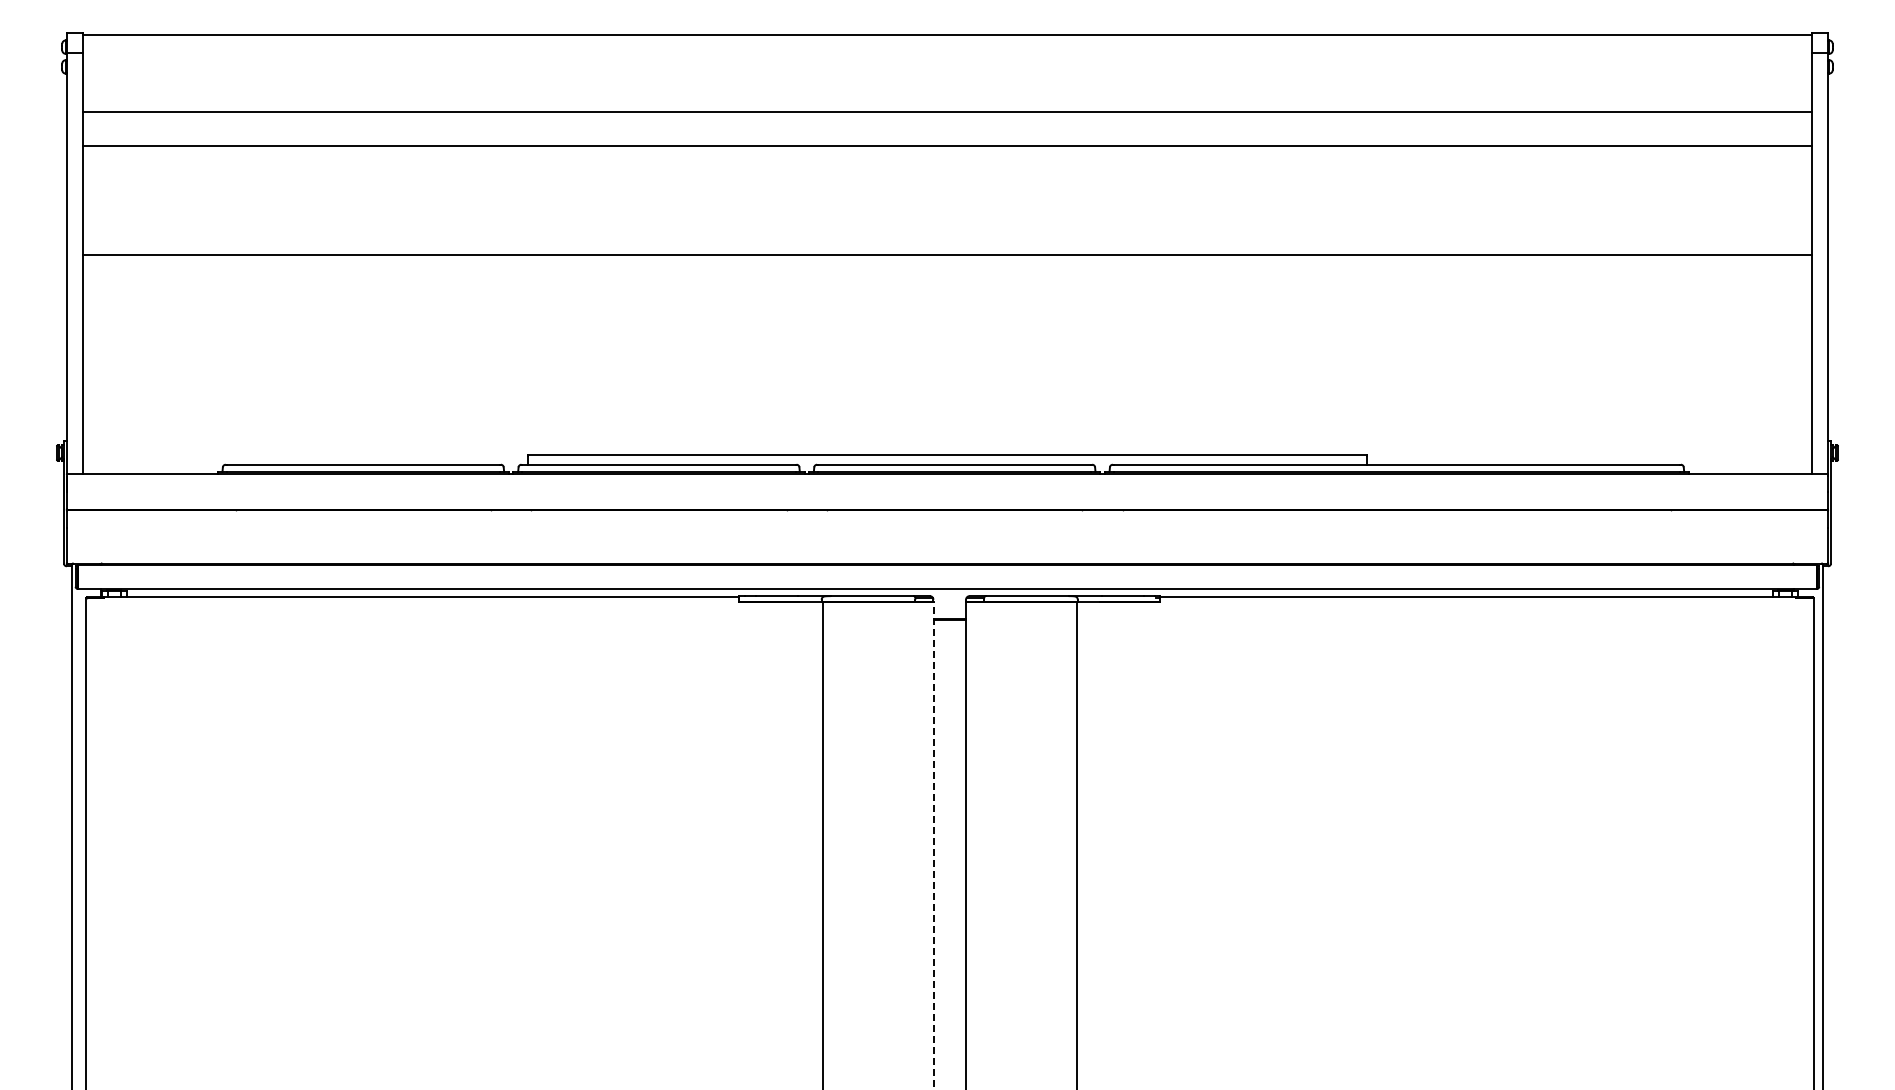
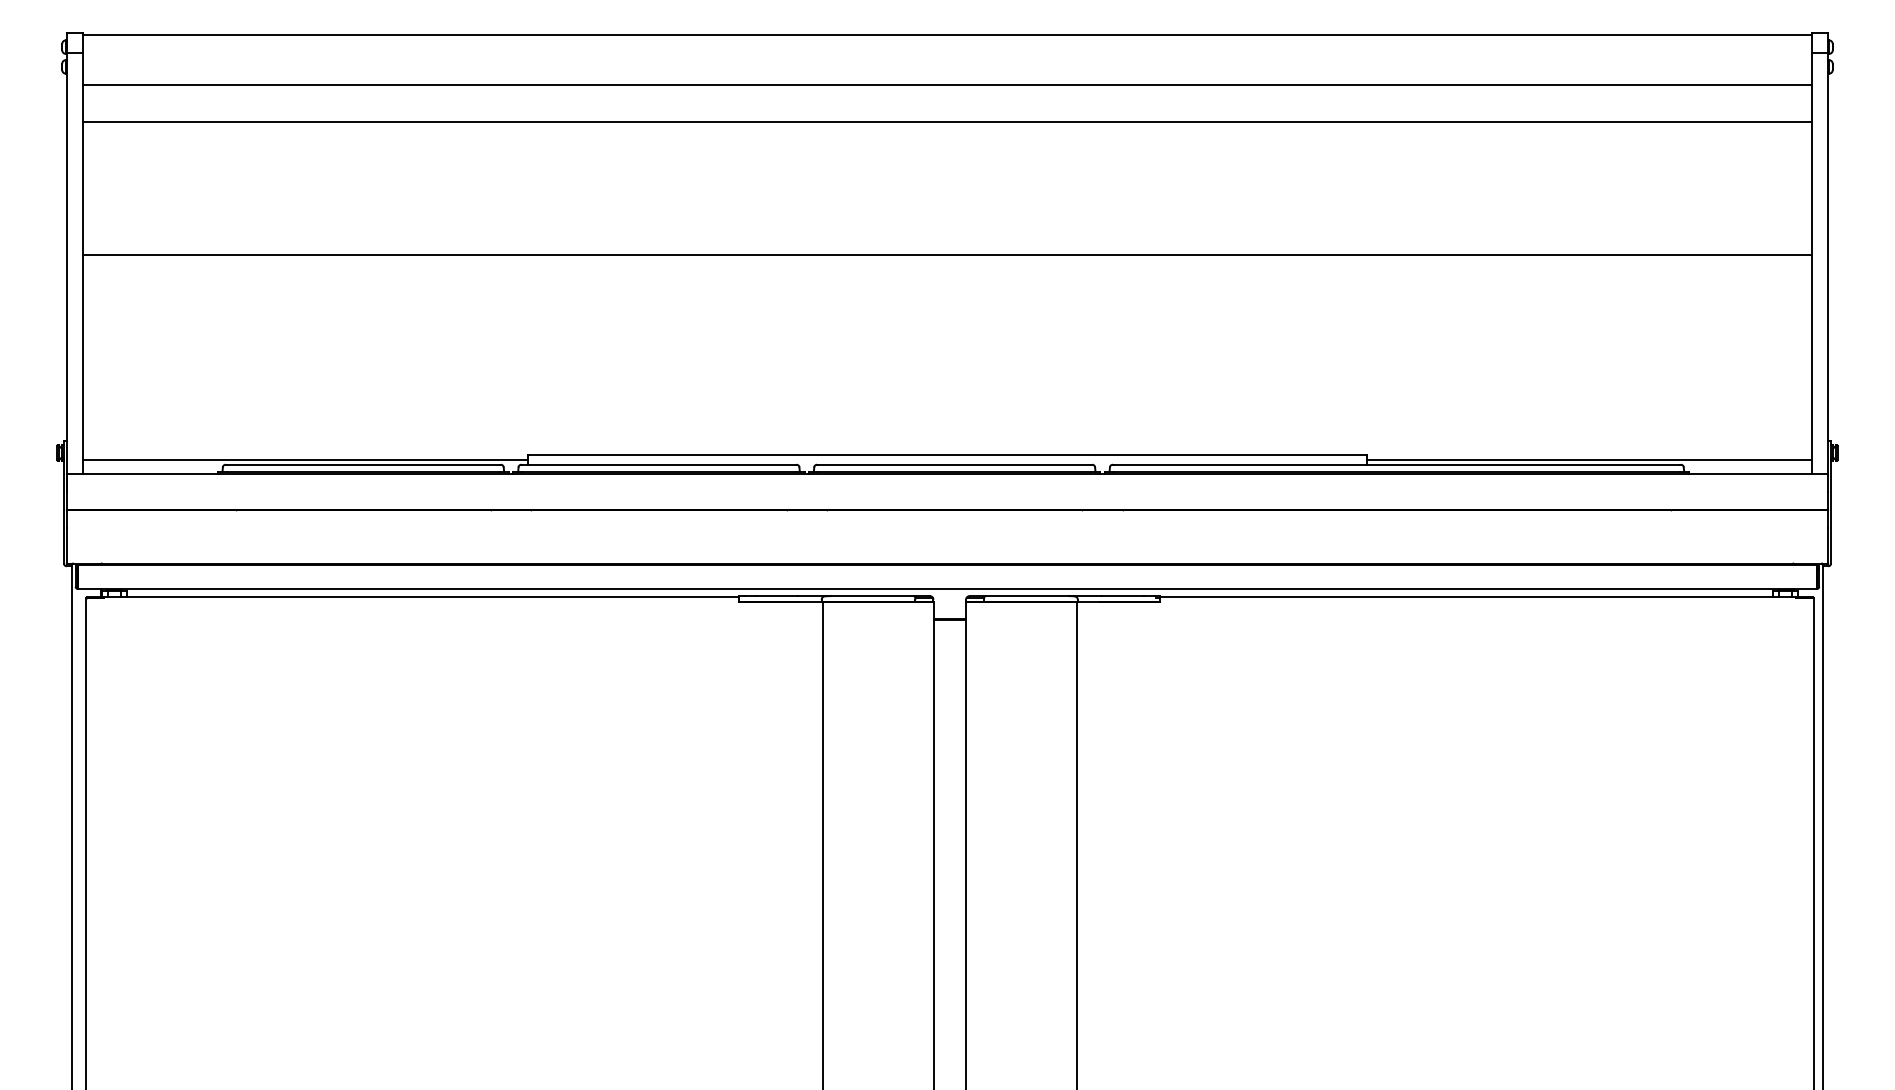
line at (947, 111) position: (947, 111) -> (947, 84)
line at (947, 145) position: (947, 145) -> (947, 121)
line at (304, 459): none -> present
line at (1589, 459): none -> present
line at (933, 845): dashed -> solid
